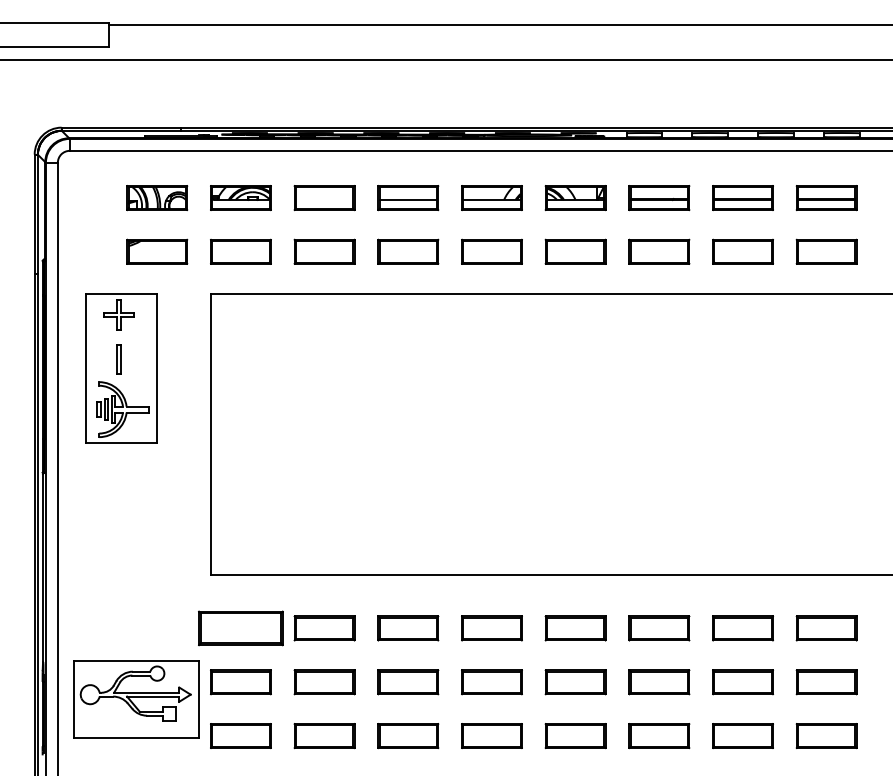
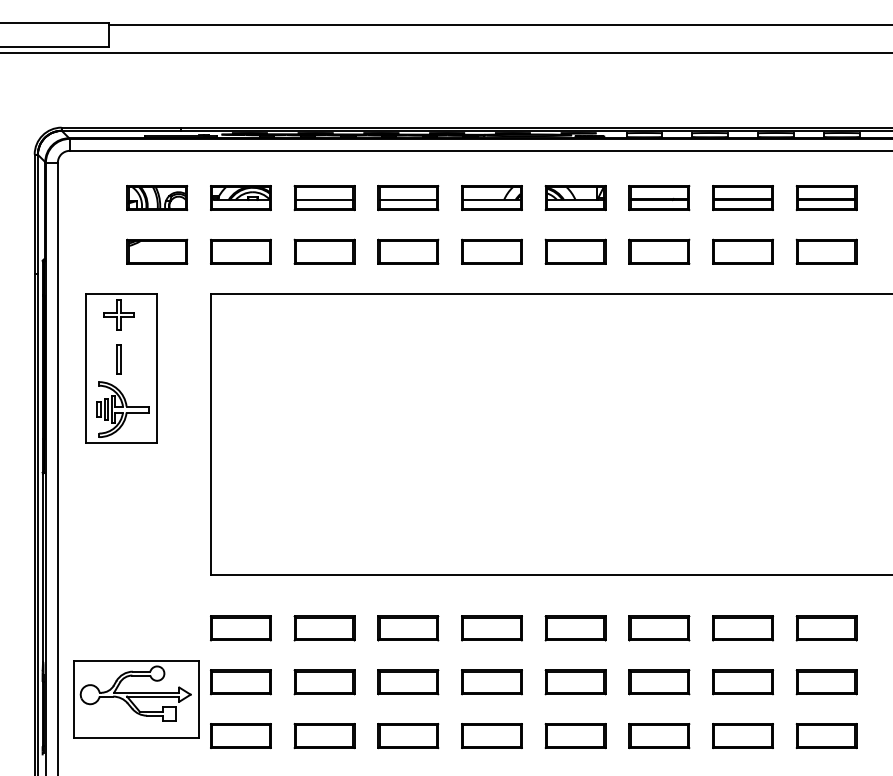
line at (445, 59) position: (445, 59) -> (445, 52)
line at (324, 200): none -> present
part at (240, 628) size: 86x37 px -> 62x27 px
